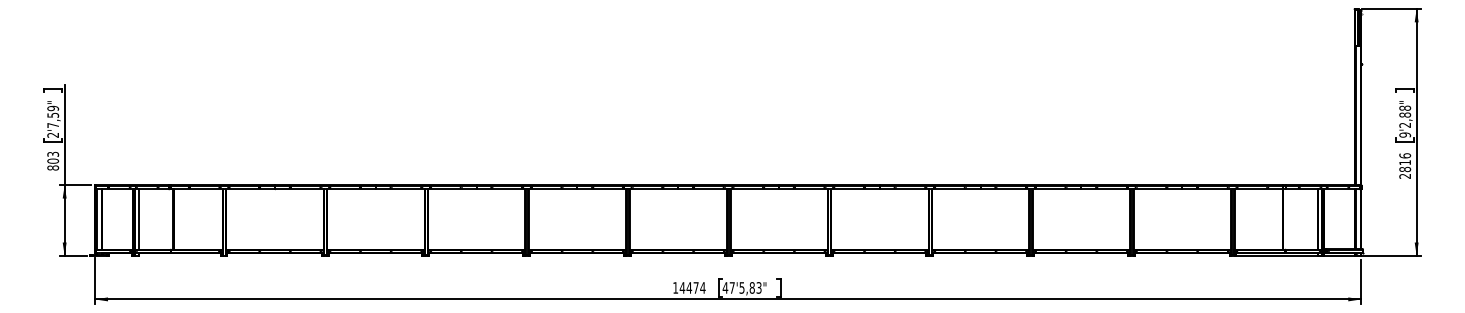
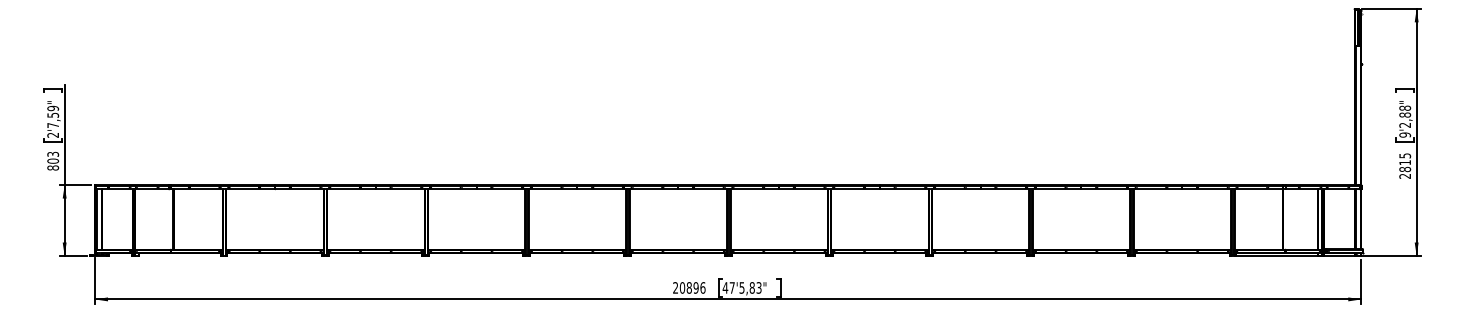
text at (1405, 155): 2816 -> 2815
line at (138, 219): present -> none
text at (689, 287): 14474 -> 20896
